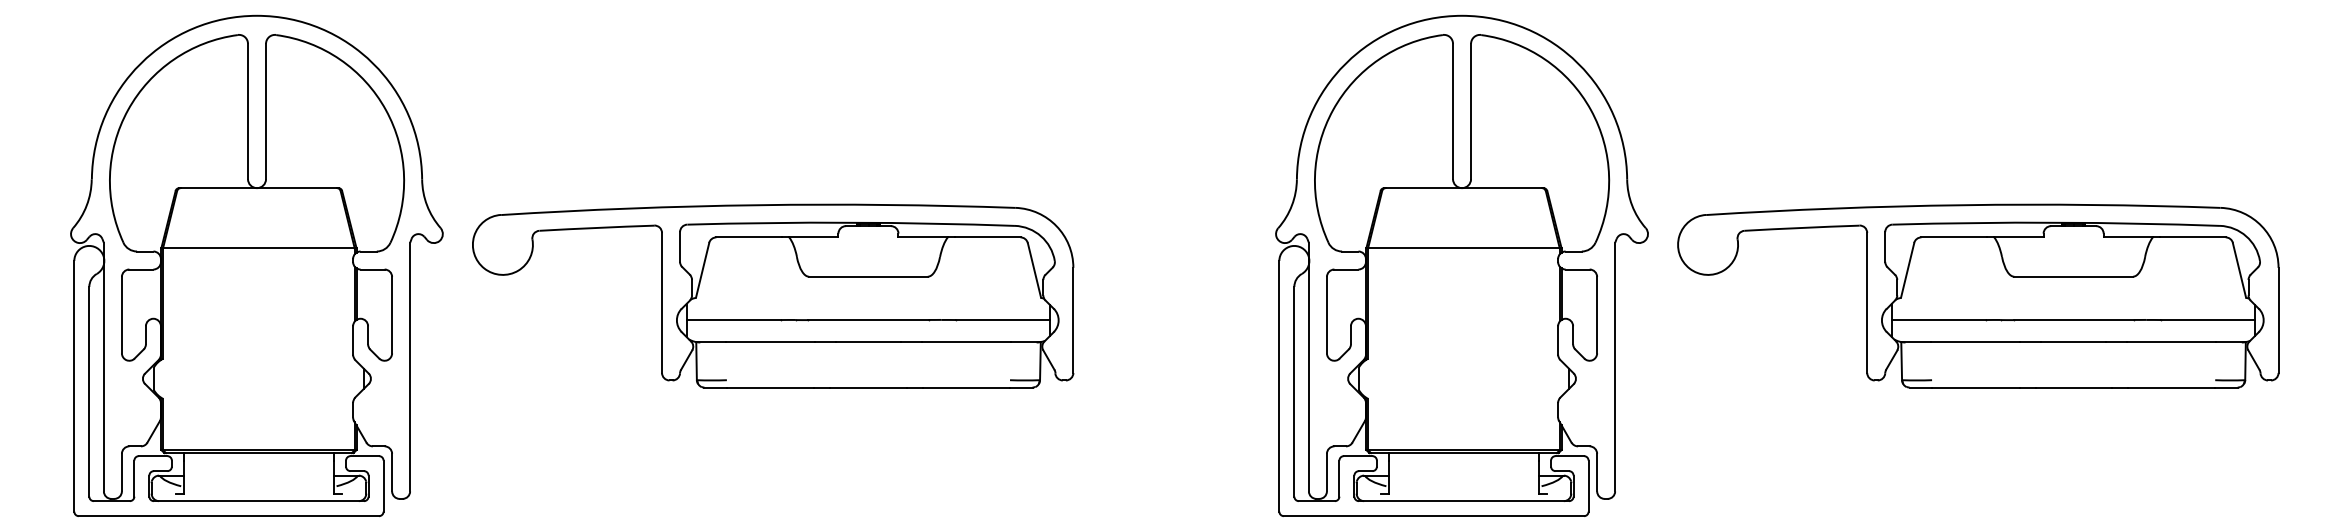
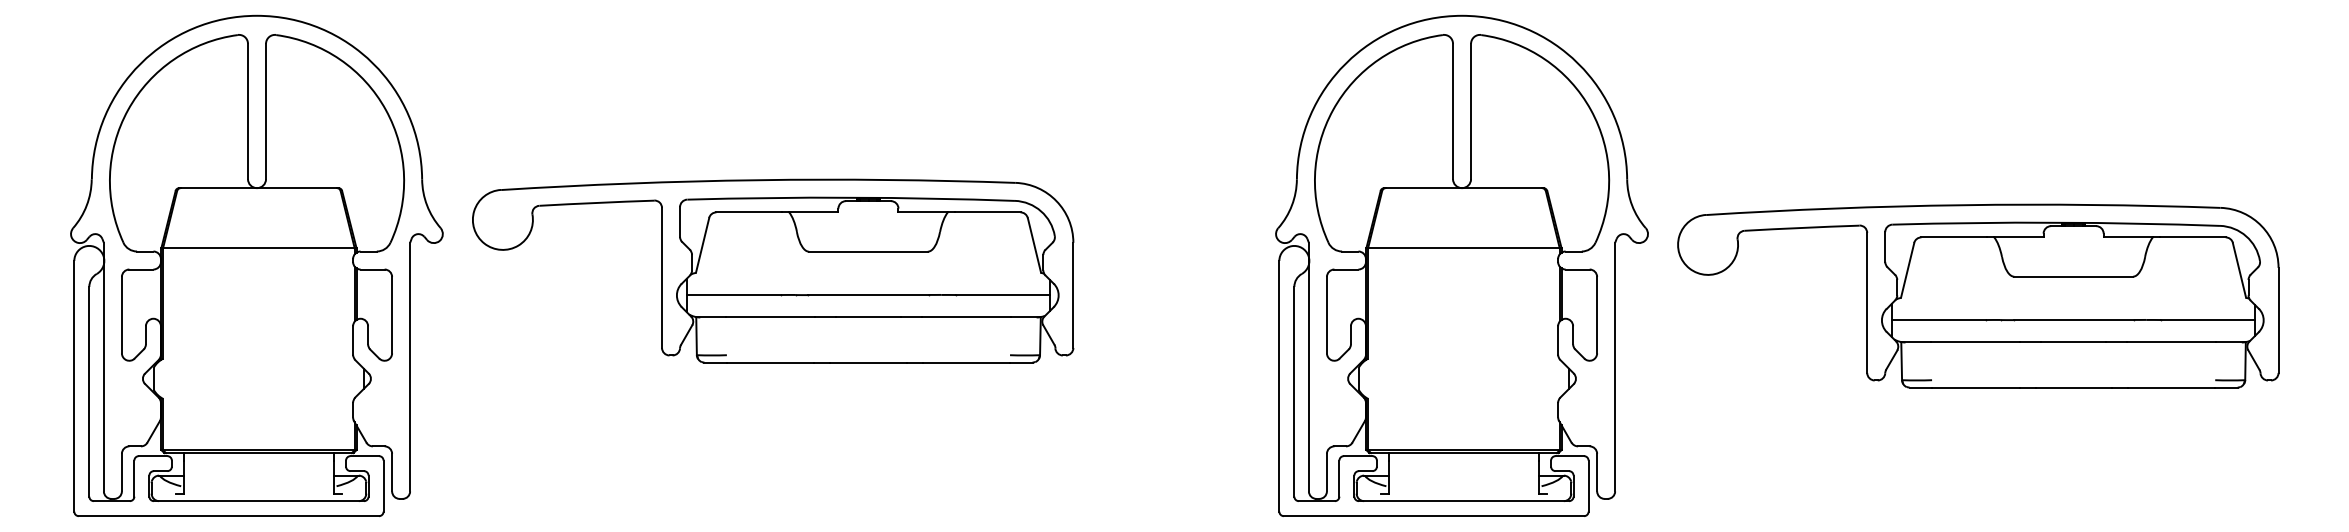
part at (773, 295) position: (773, 295) -> (773, 270)
